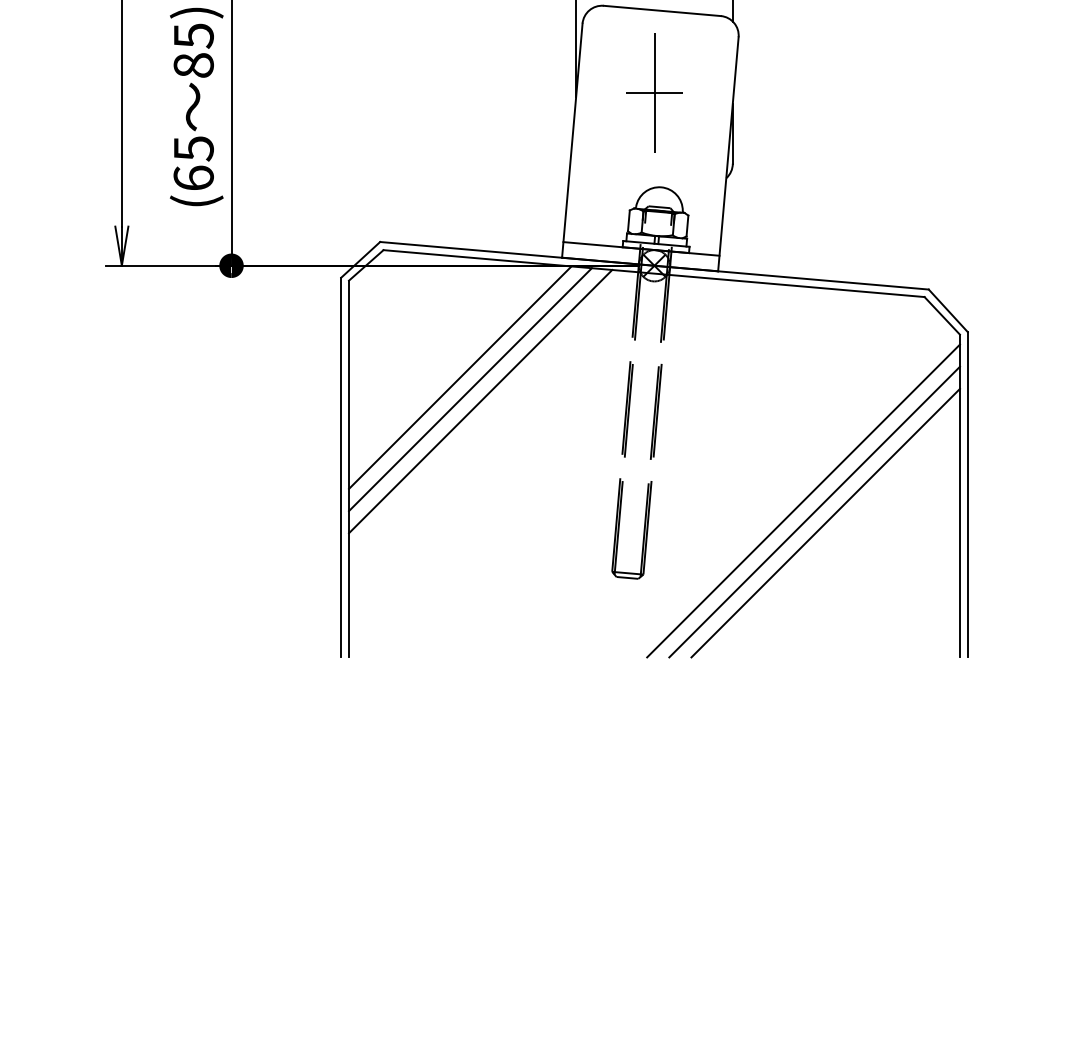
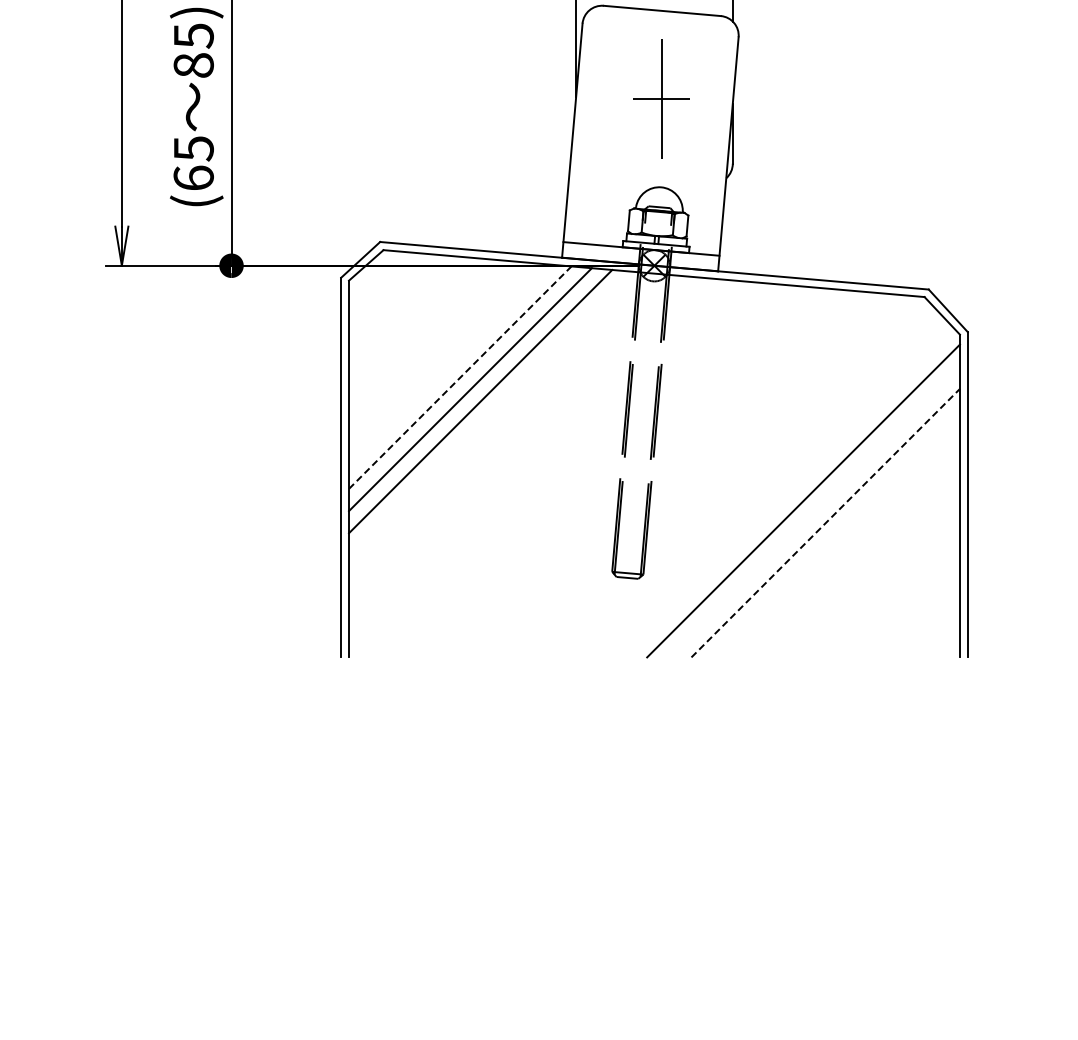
part at (654, 92) position: (654, 92) -> (661, 98)
line at (460, 377): solid -> dashed
line at (814, 511): present -> none
line at (825, 523): solid -> dashed
